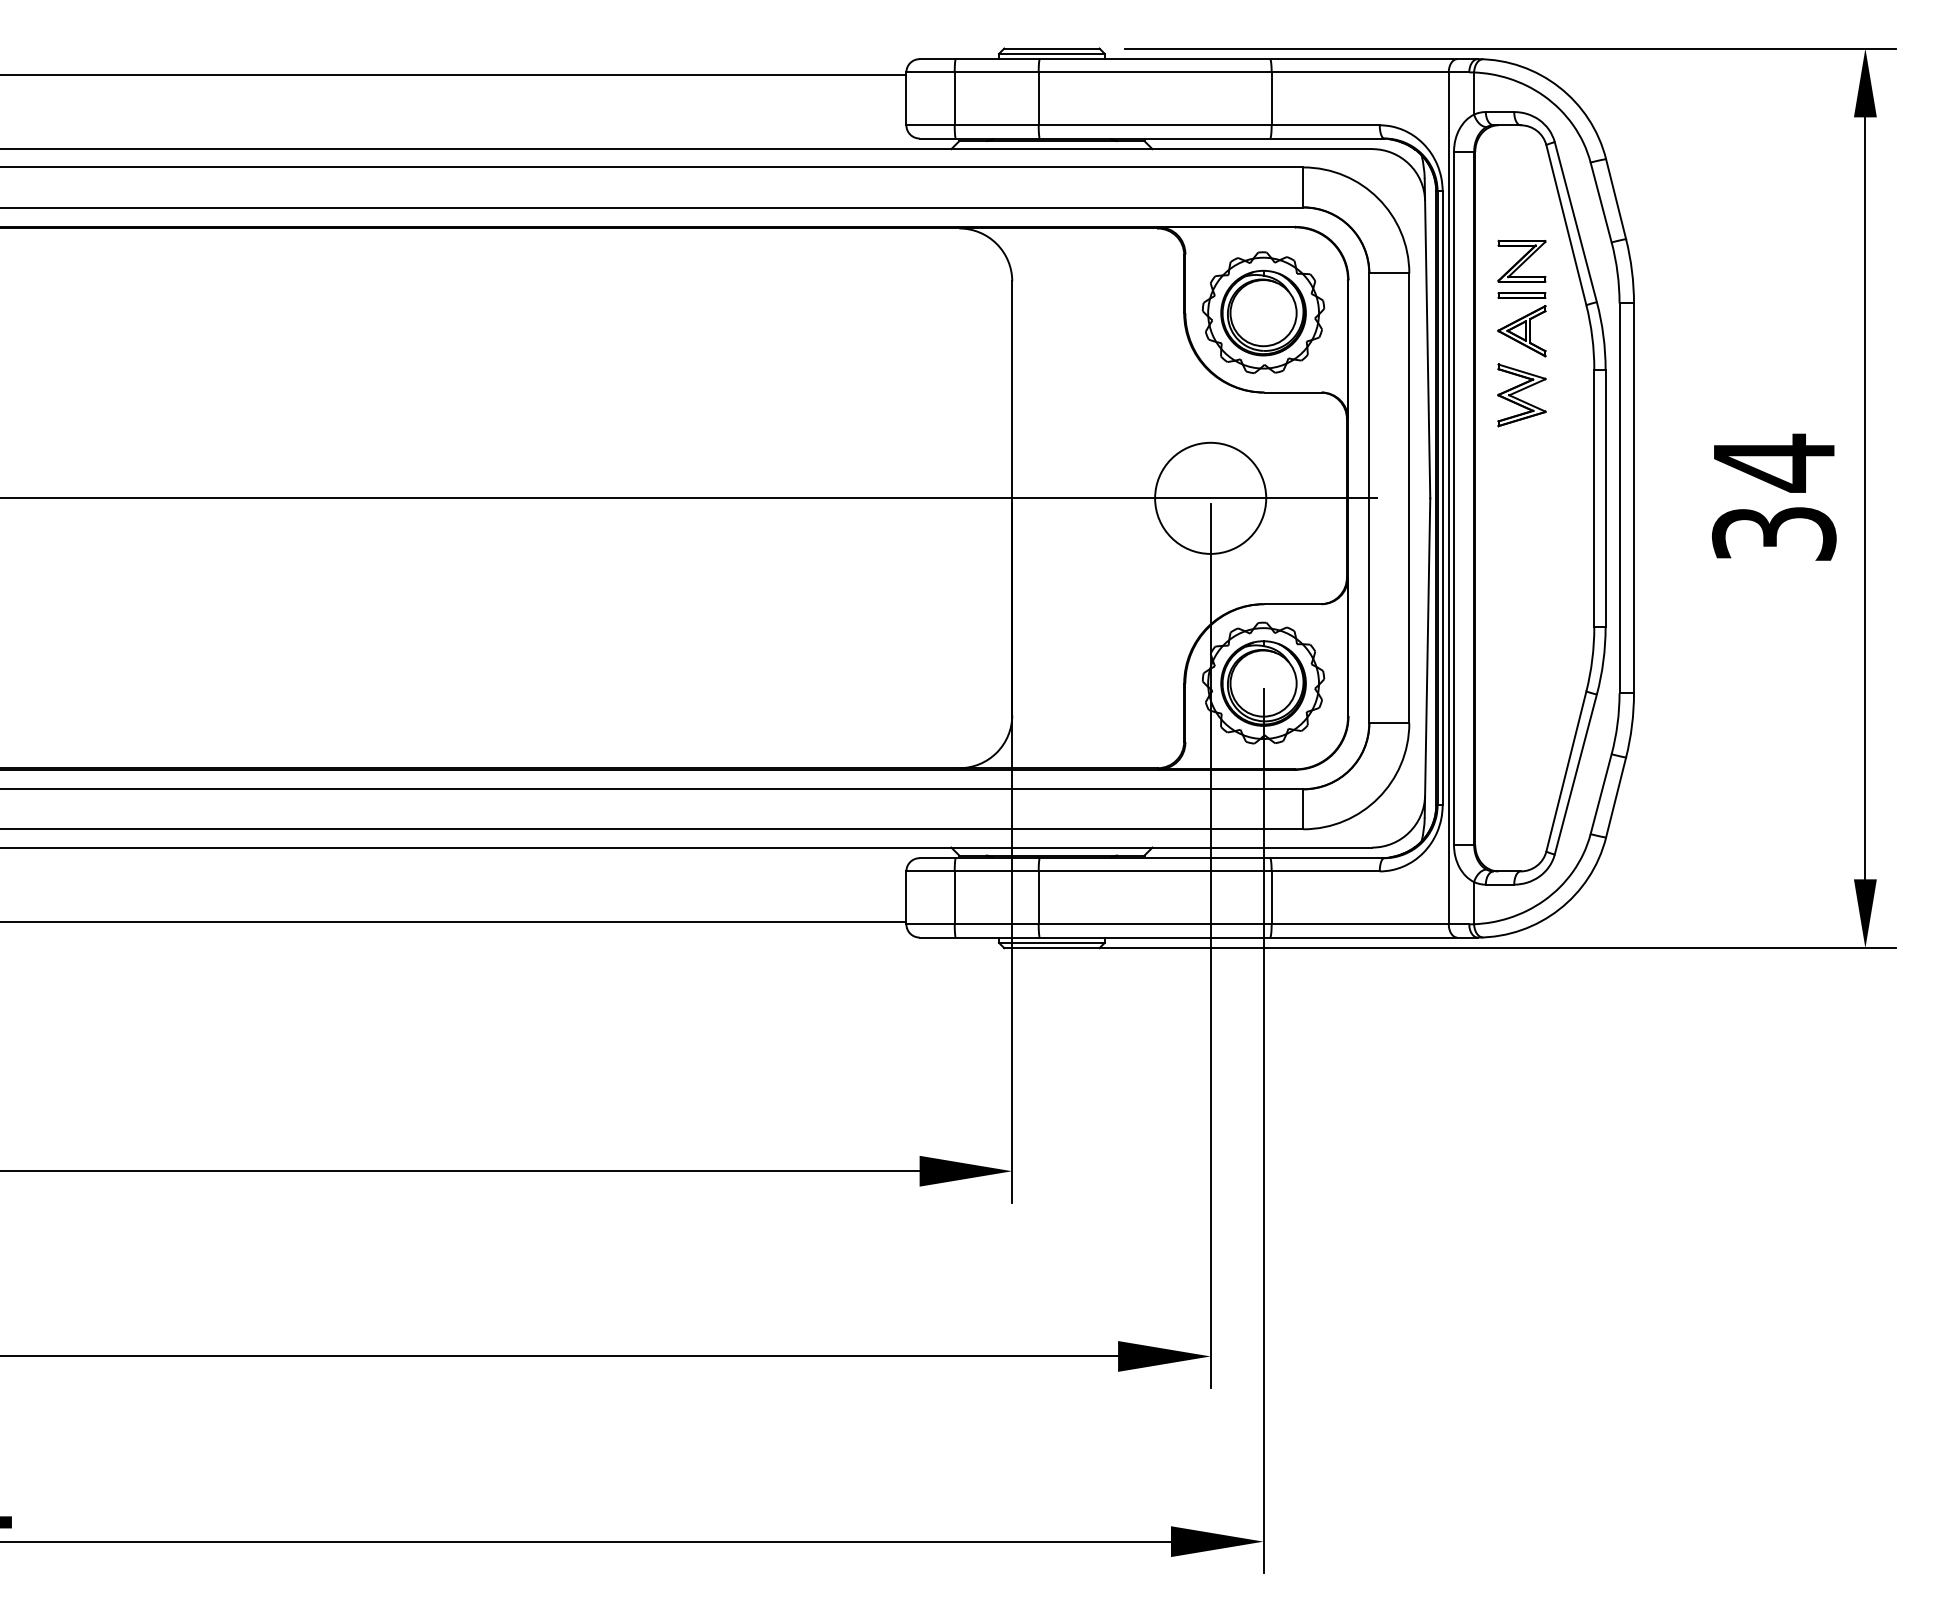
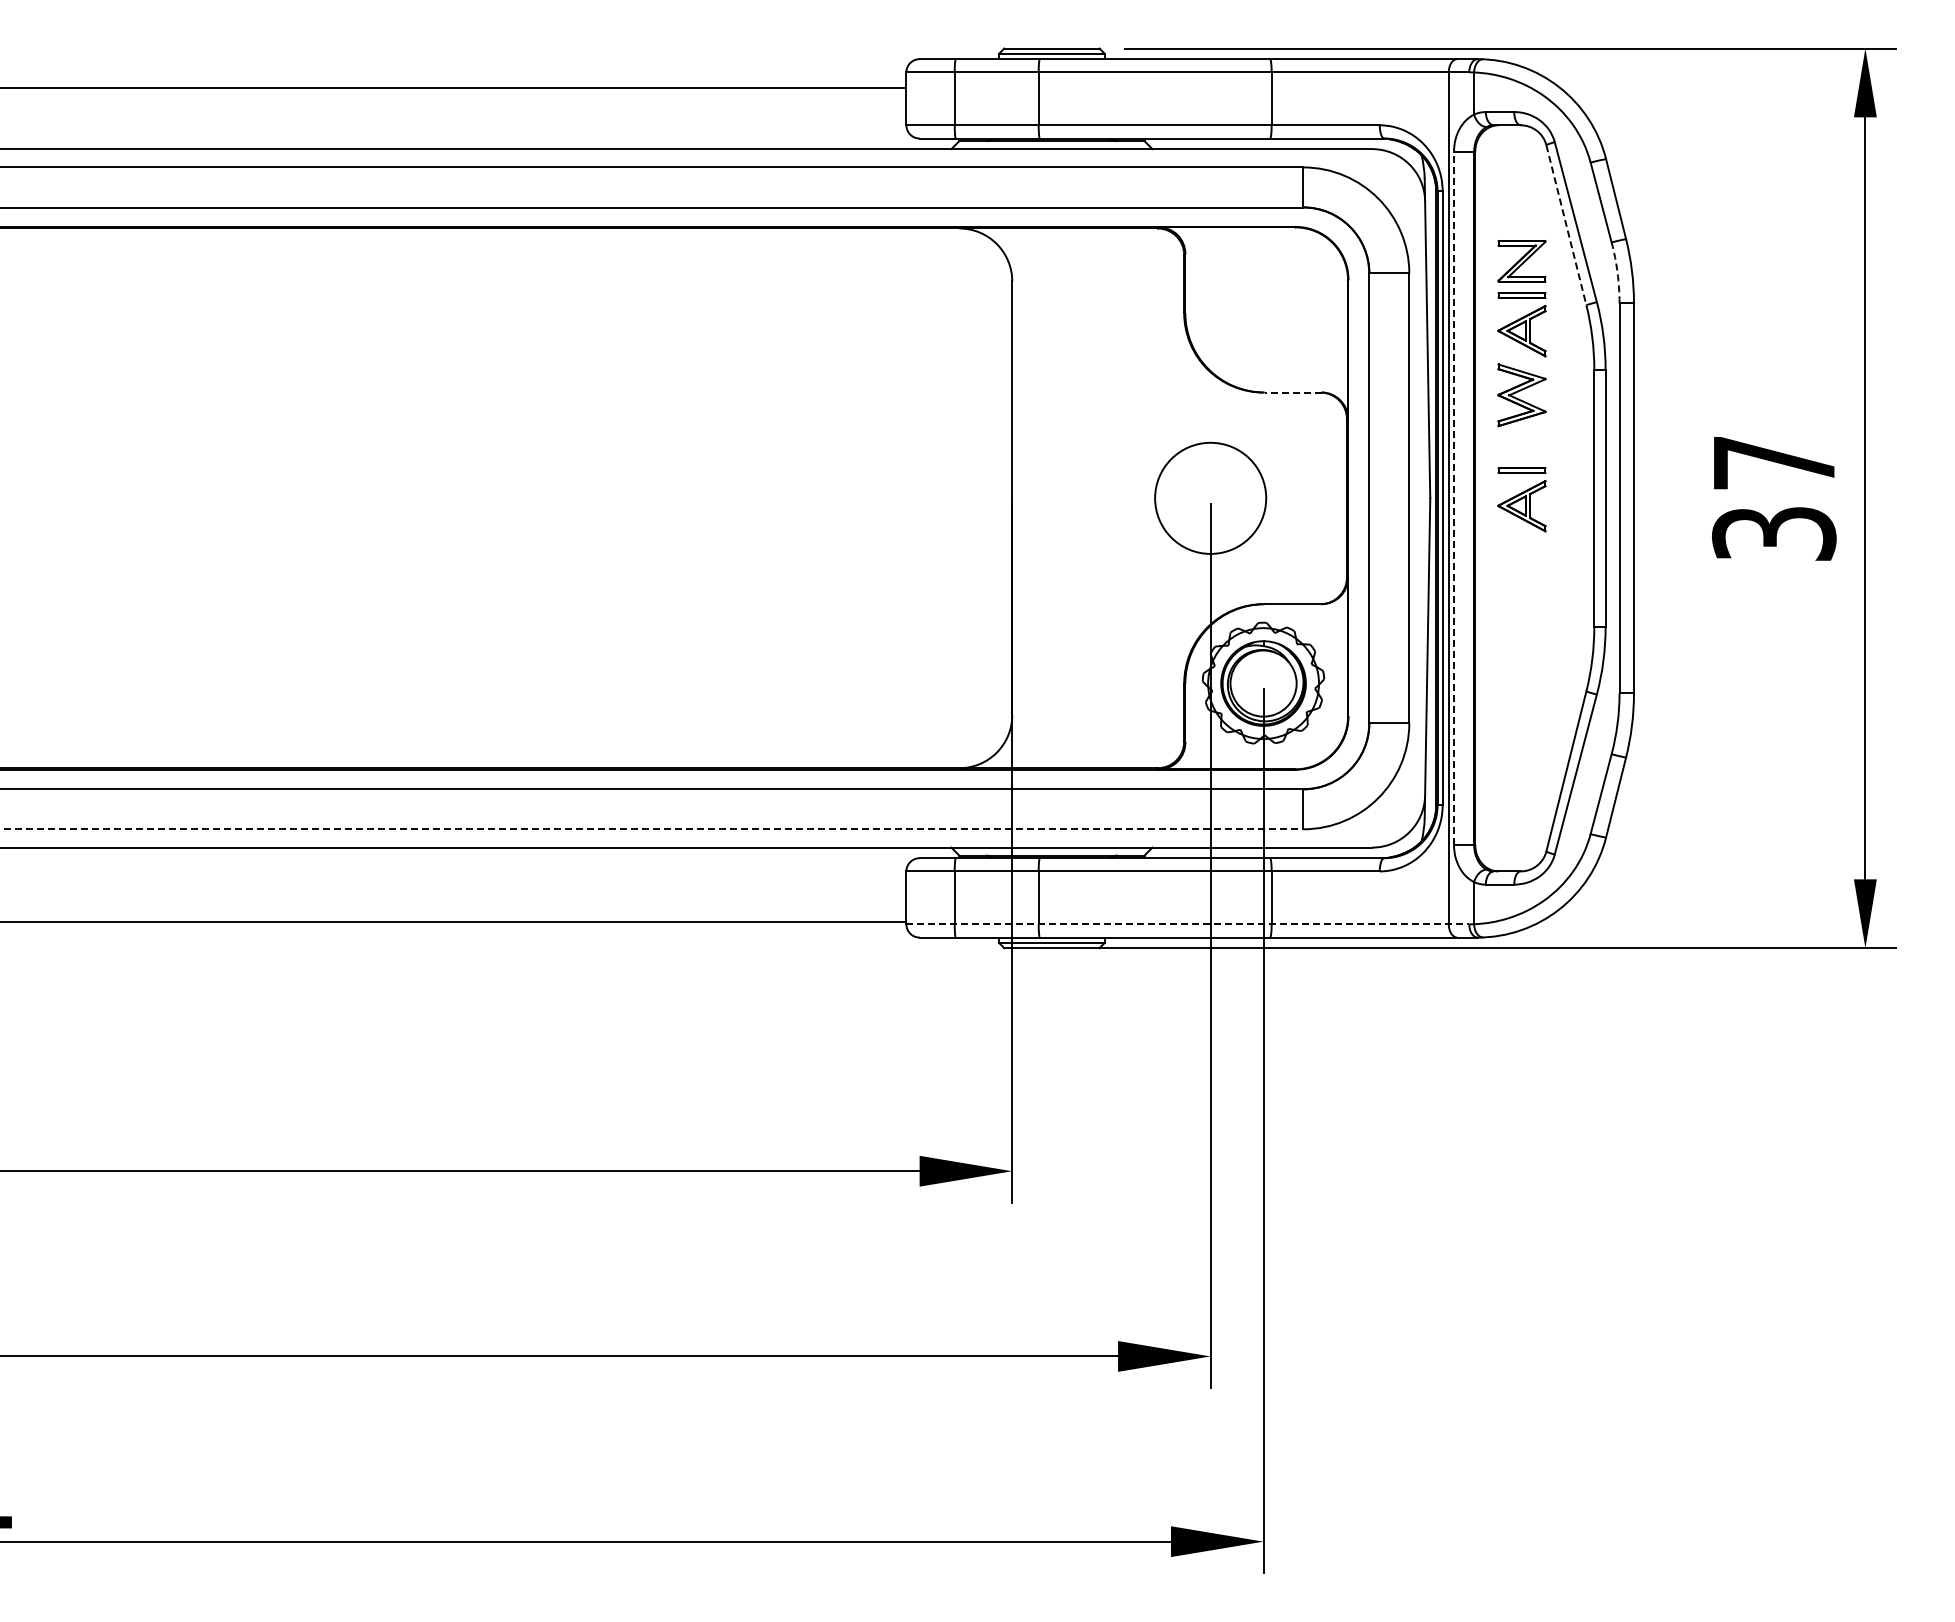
line at (454, 75) position: (454, 75) -> (454, 88)
line at (1566, 225): solid -> dashed
arc at (1617, 272): solid -> dashed
part at (1263, 312): present -> none
line at (1292, 392): solid -> dashed
text at (1774, 462): 34 -> 37
line at (690, 498): present -> none
line at (1454, 498): solid -> dashed
part at (1521, 499): none -> present
line at (652, 829): solid -> dashed
line at (1188, 924): solid -> dashed
